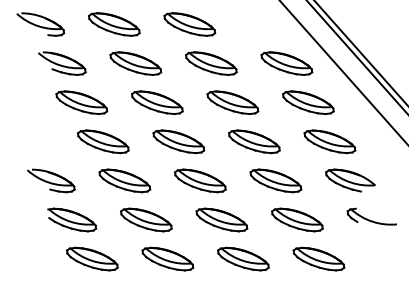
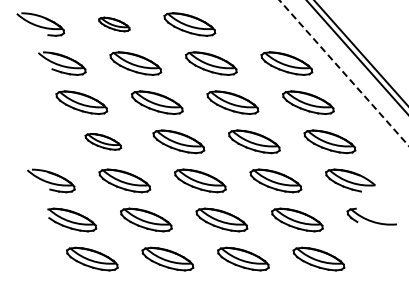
part at (114, 24) size: 53x25 px -> 33x17 px
line at (344, 73): solid -> dashed
part at (103, 141) size: 53x26 px -> 39x18 px
